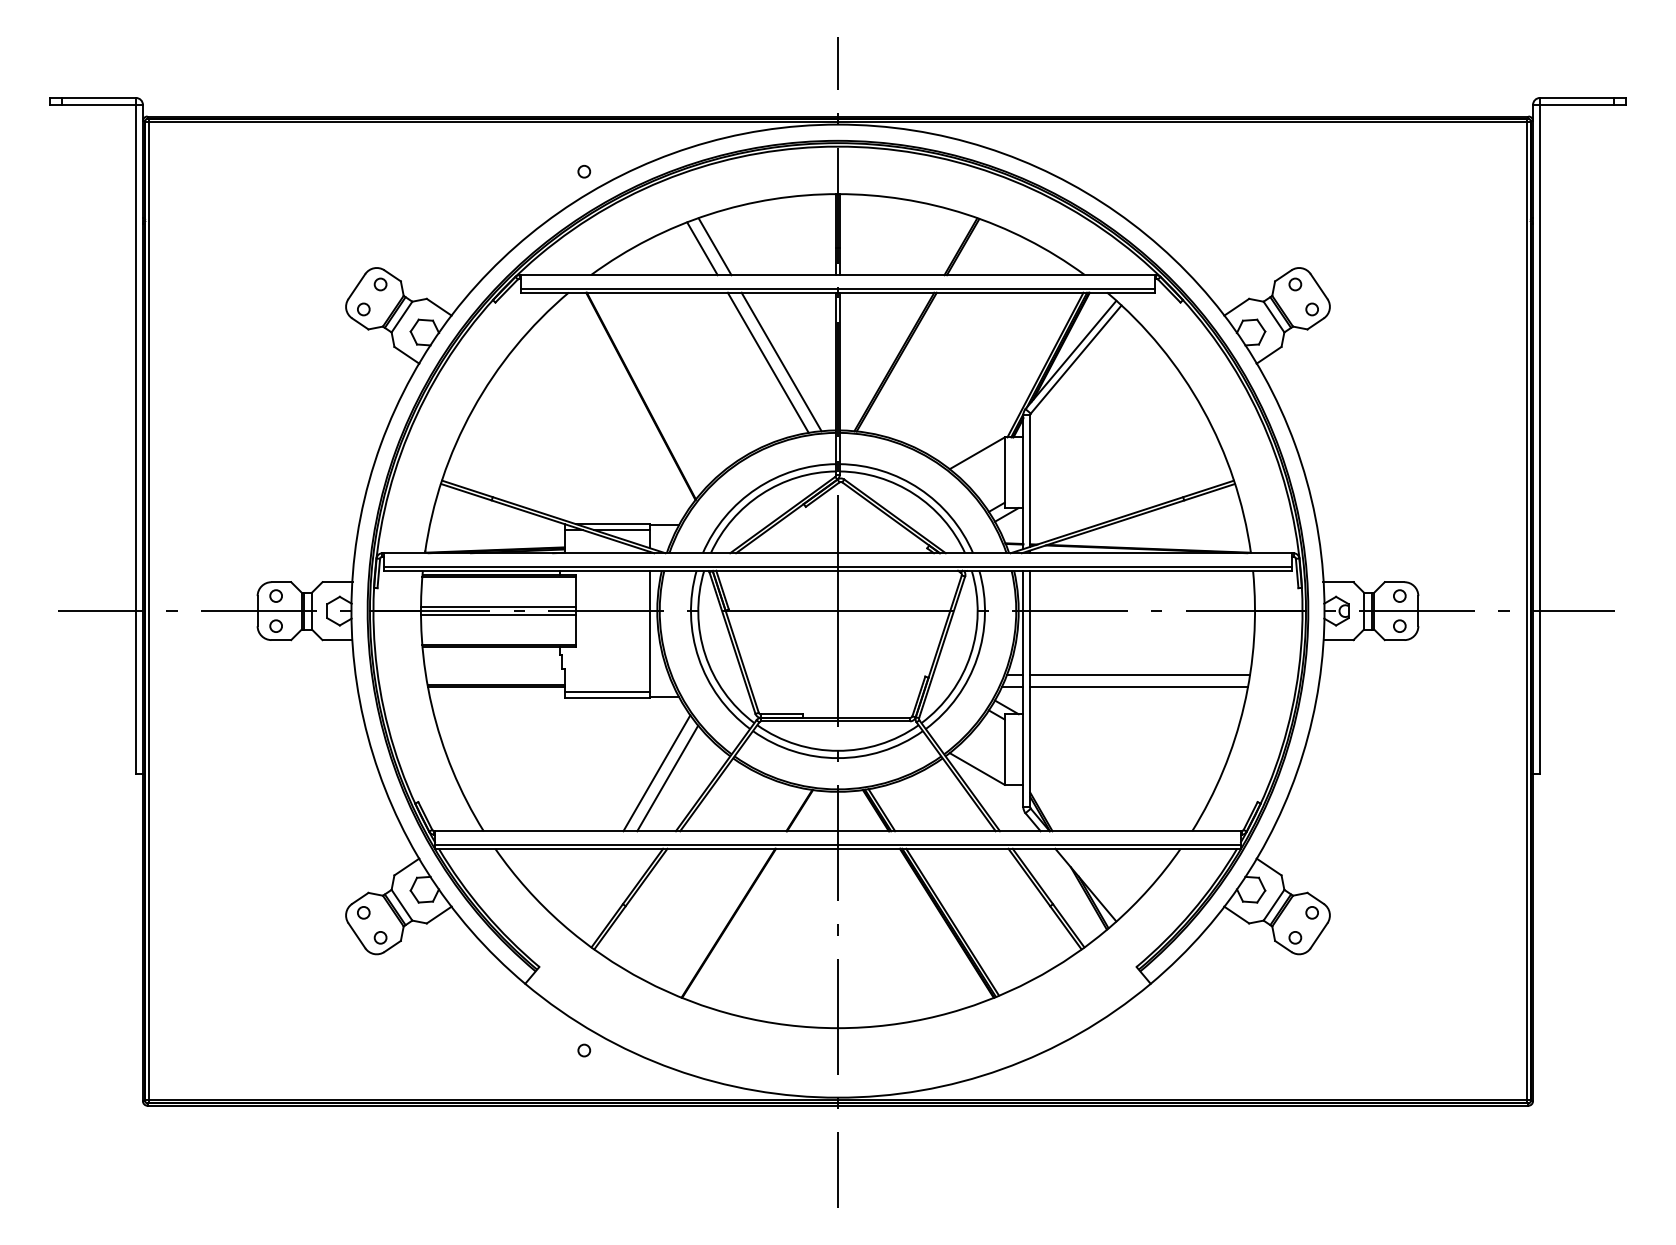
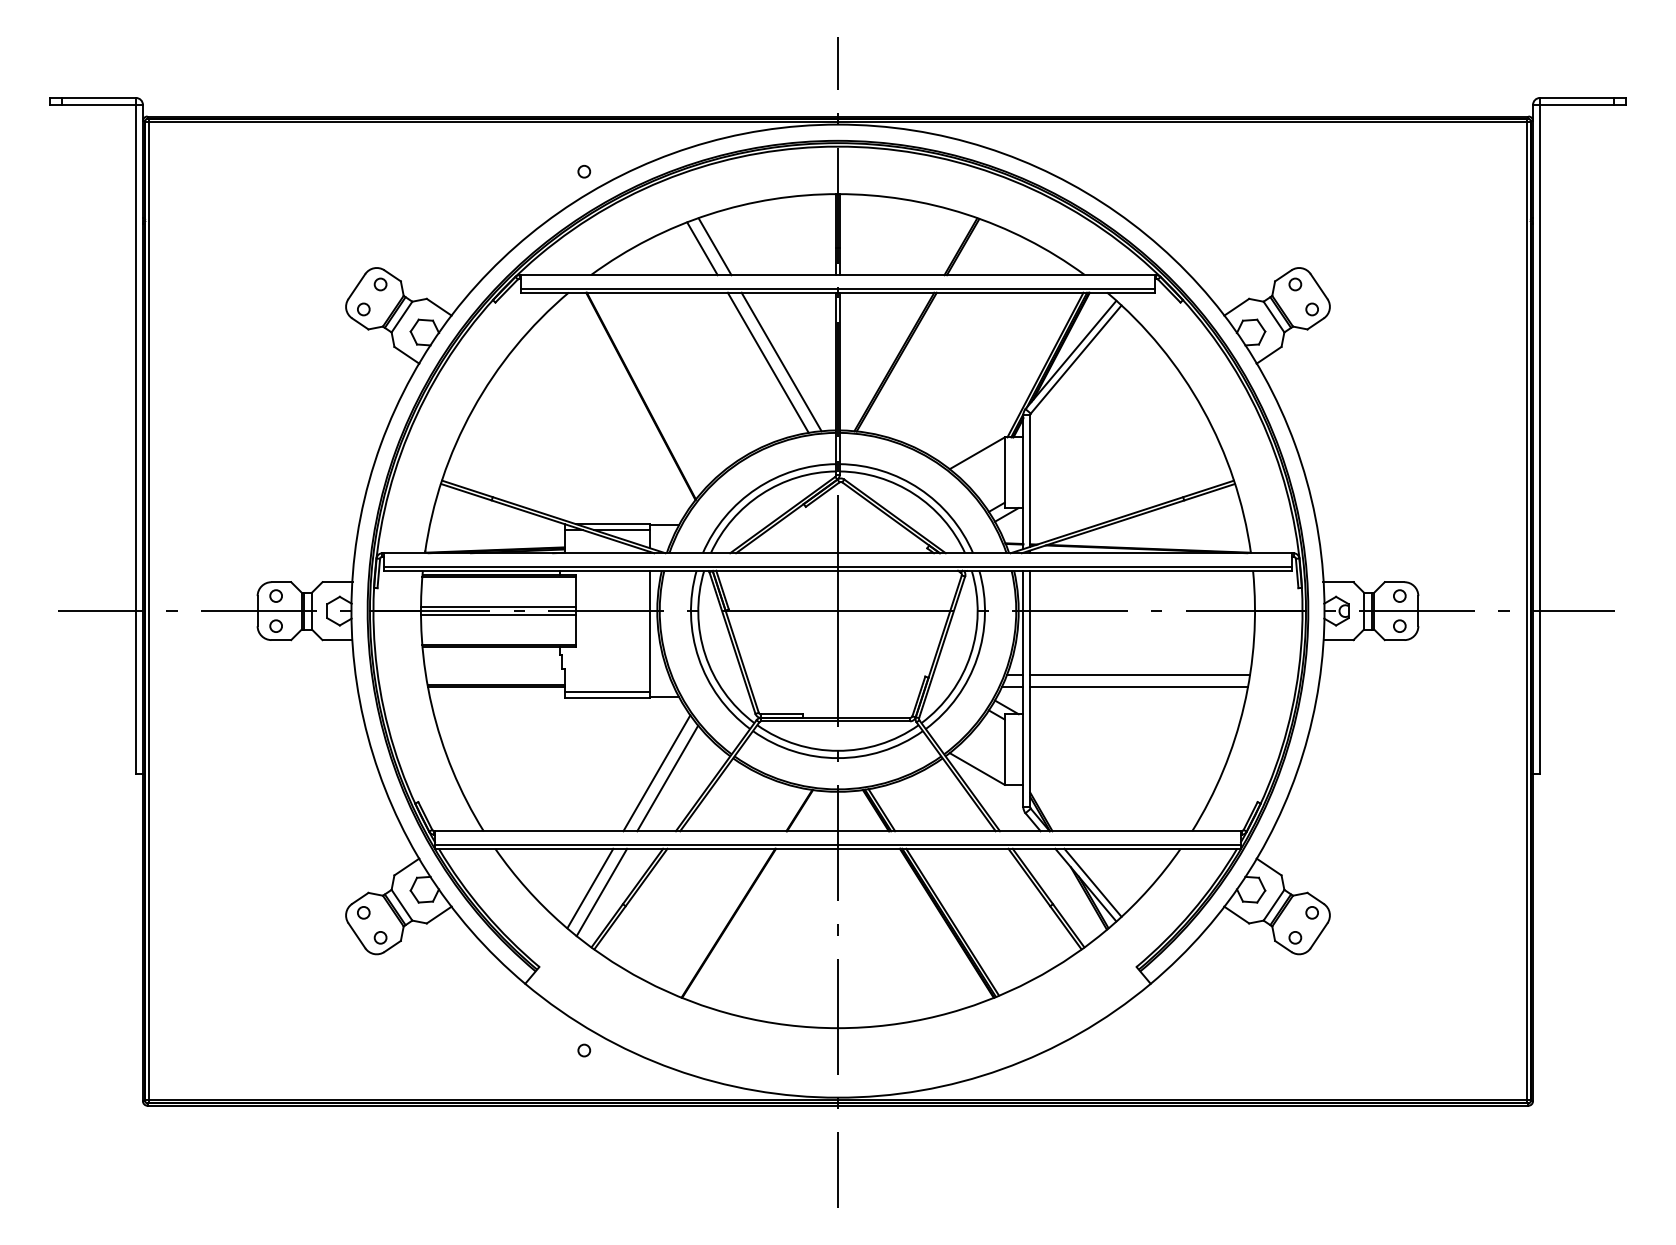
line at (1092, 882): none -> present
line at (590, 888): none -> present
line at (601, 892): none -> present
